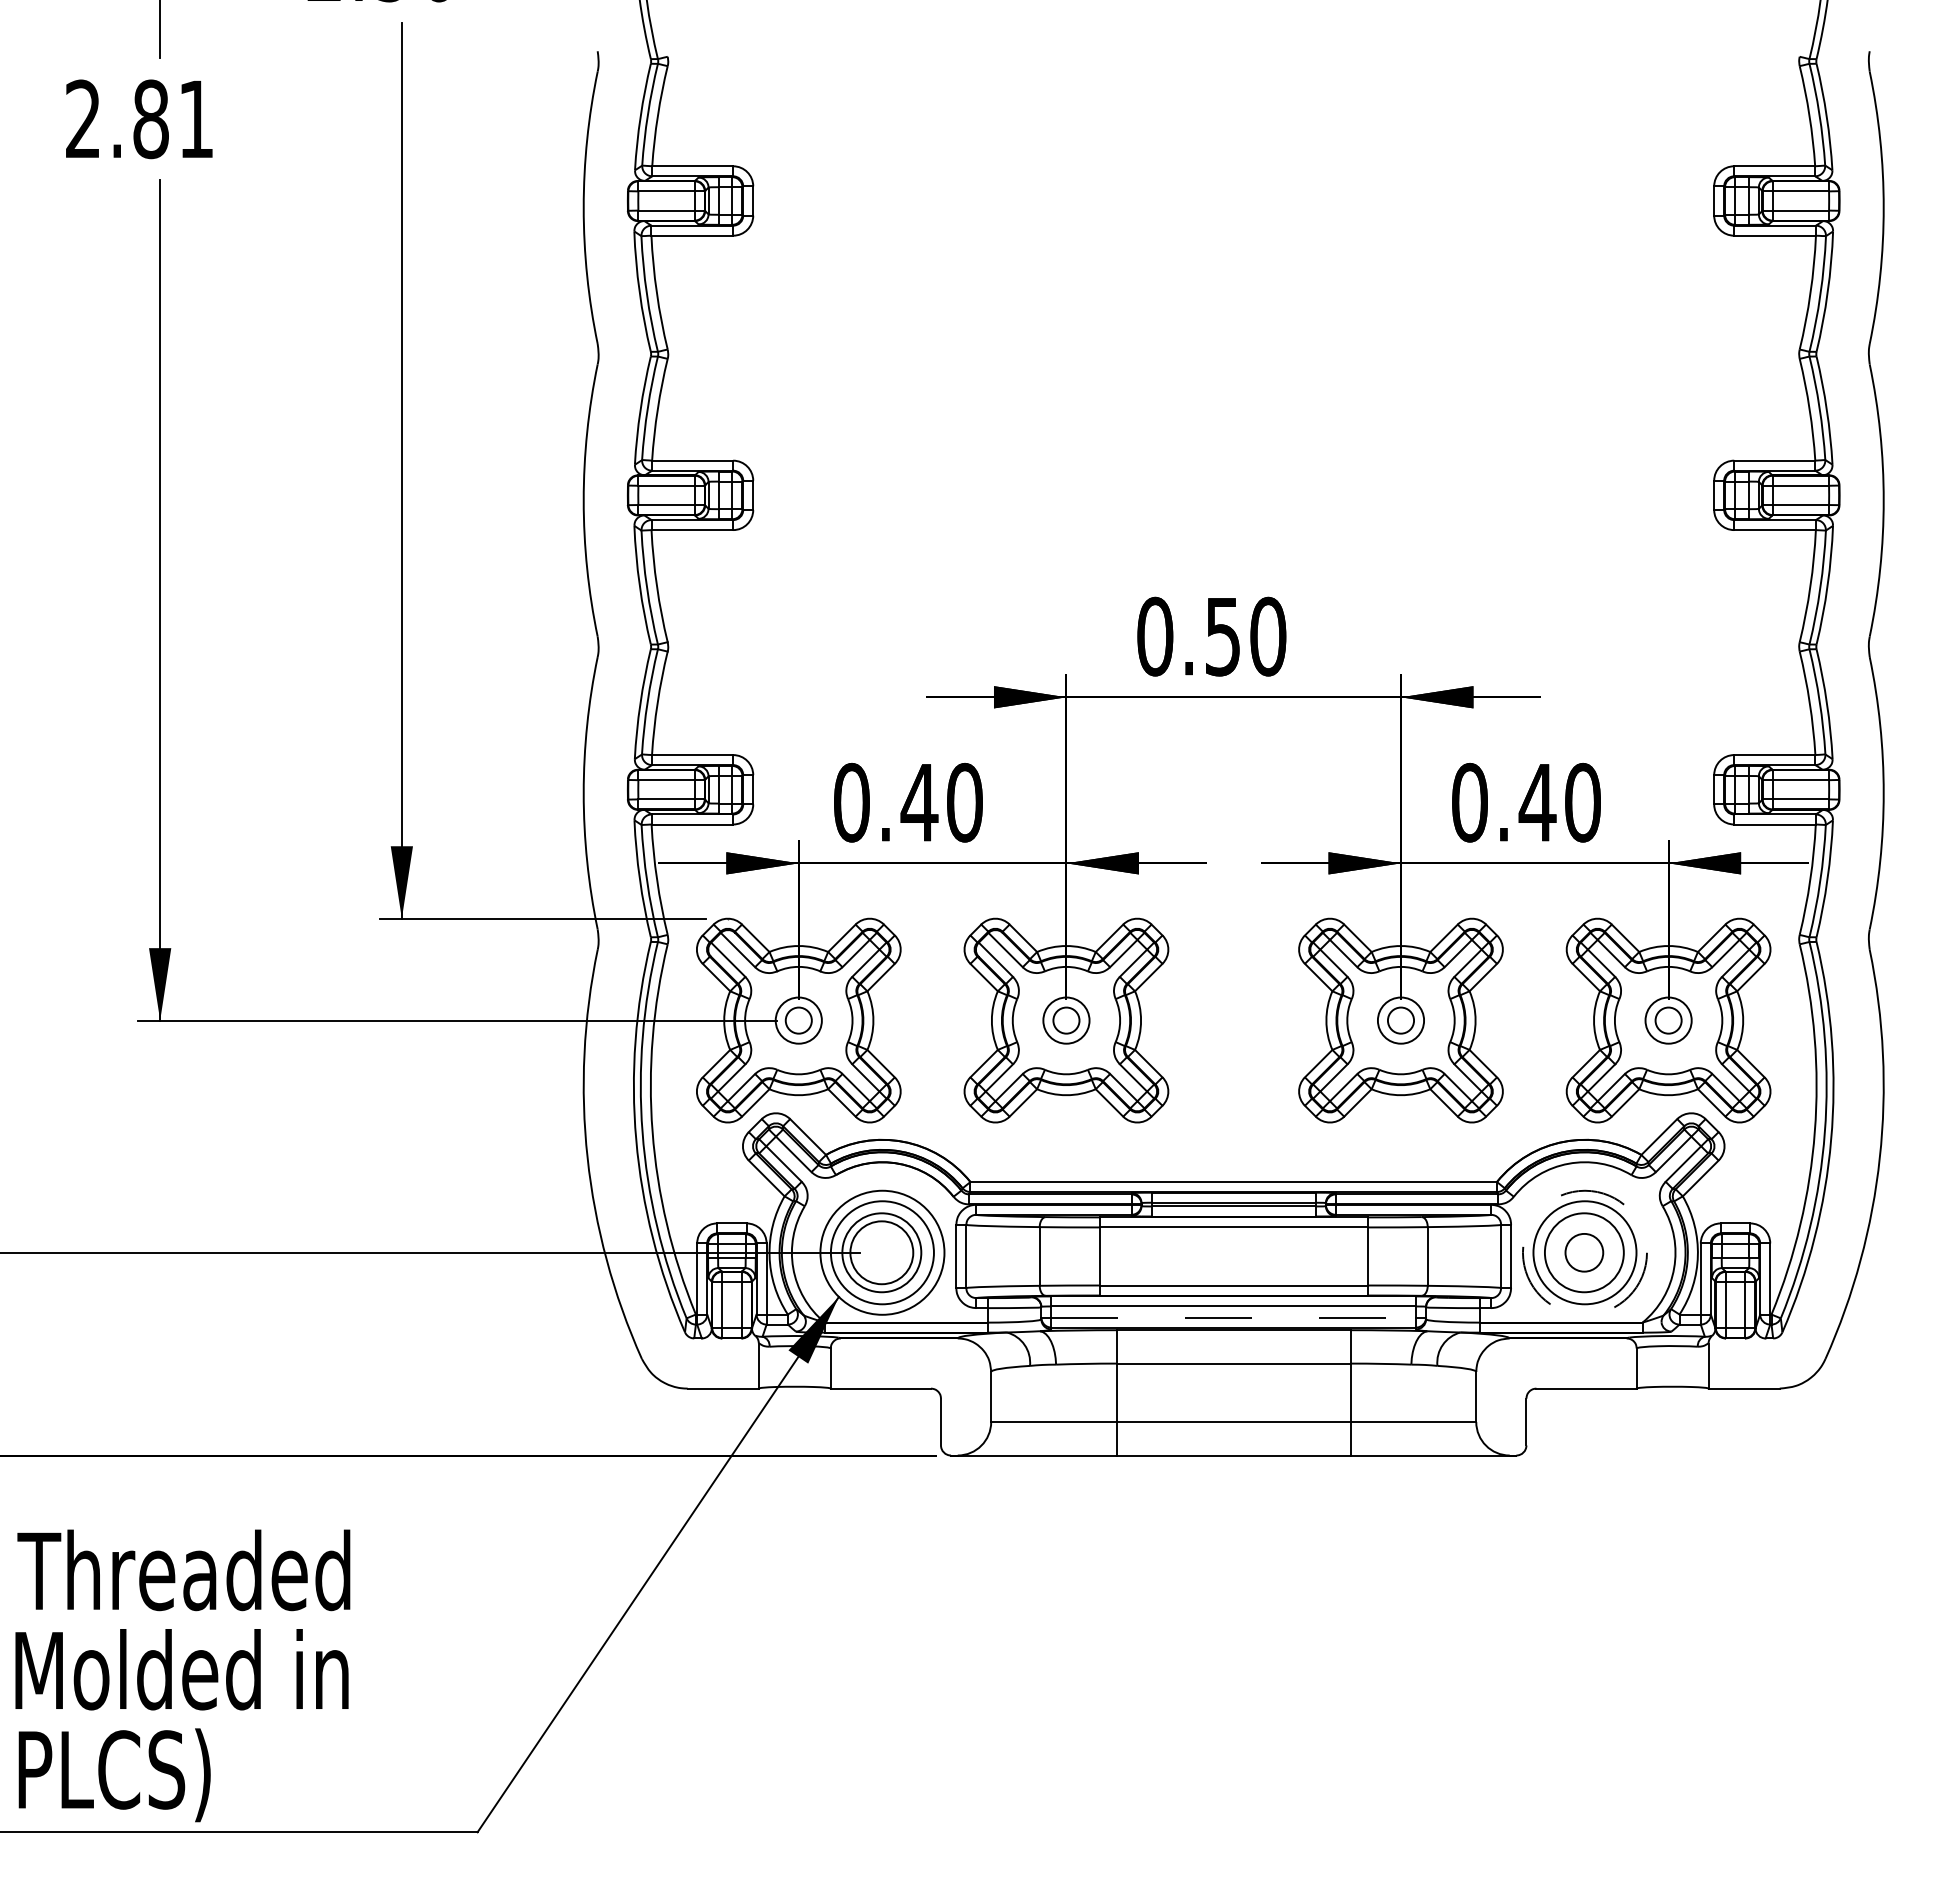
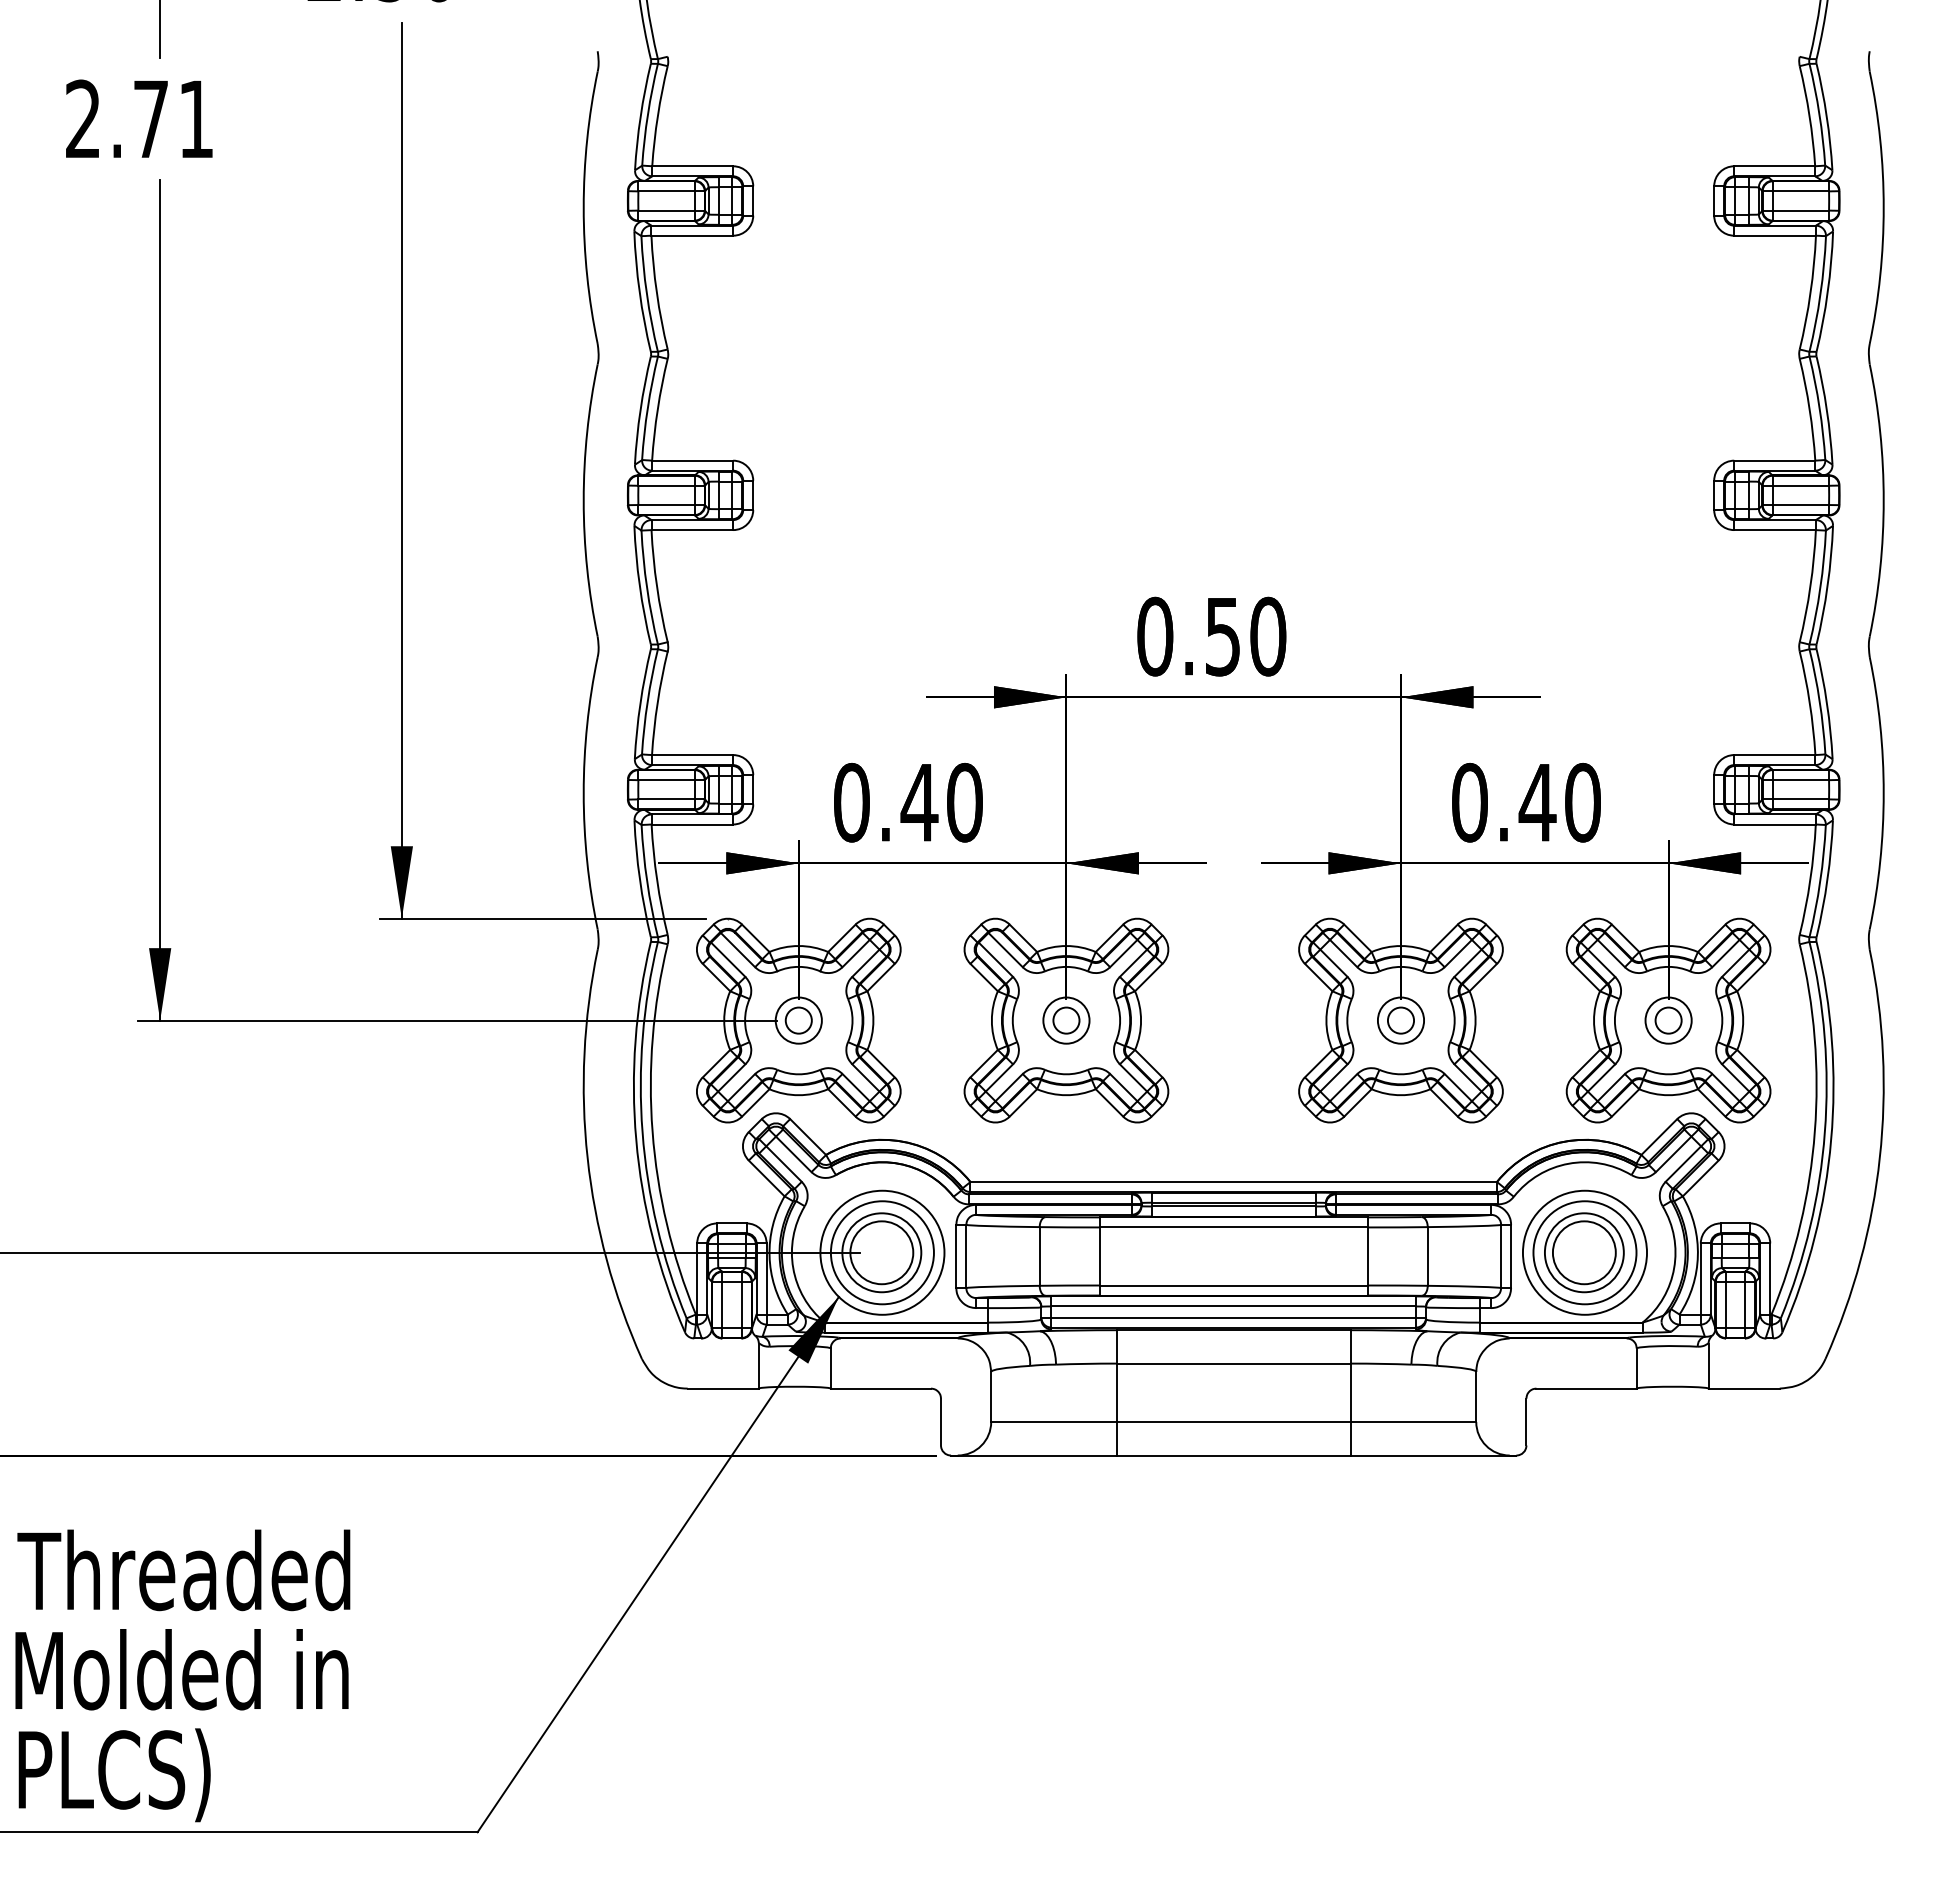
text at (150, 119): 2.81 -> 2.71
circle at (1584, 1252) diameter: 38 px -> 63 px
circle at (1584, 1252): dashed -> solid
line at (1234, 1317): dashed -> solid
